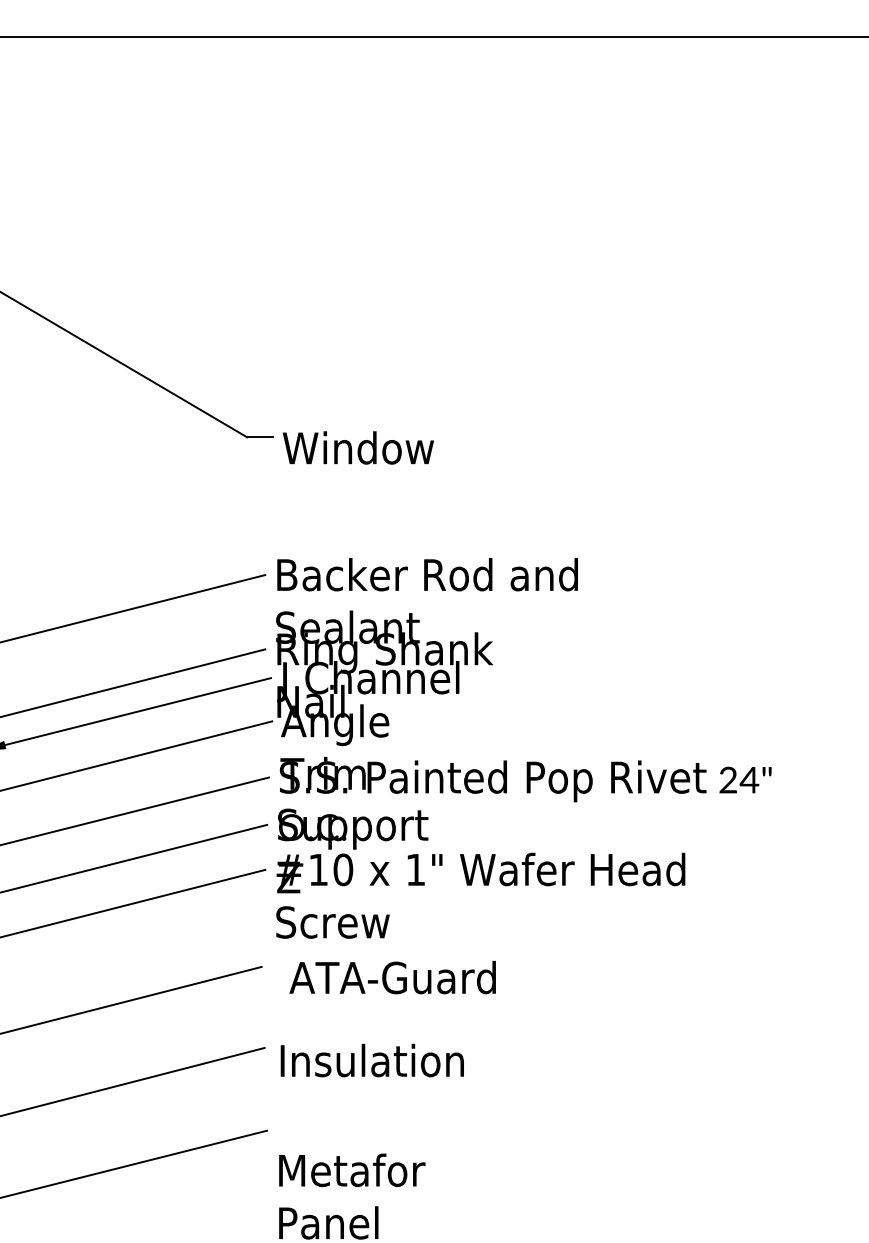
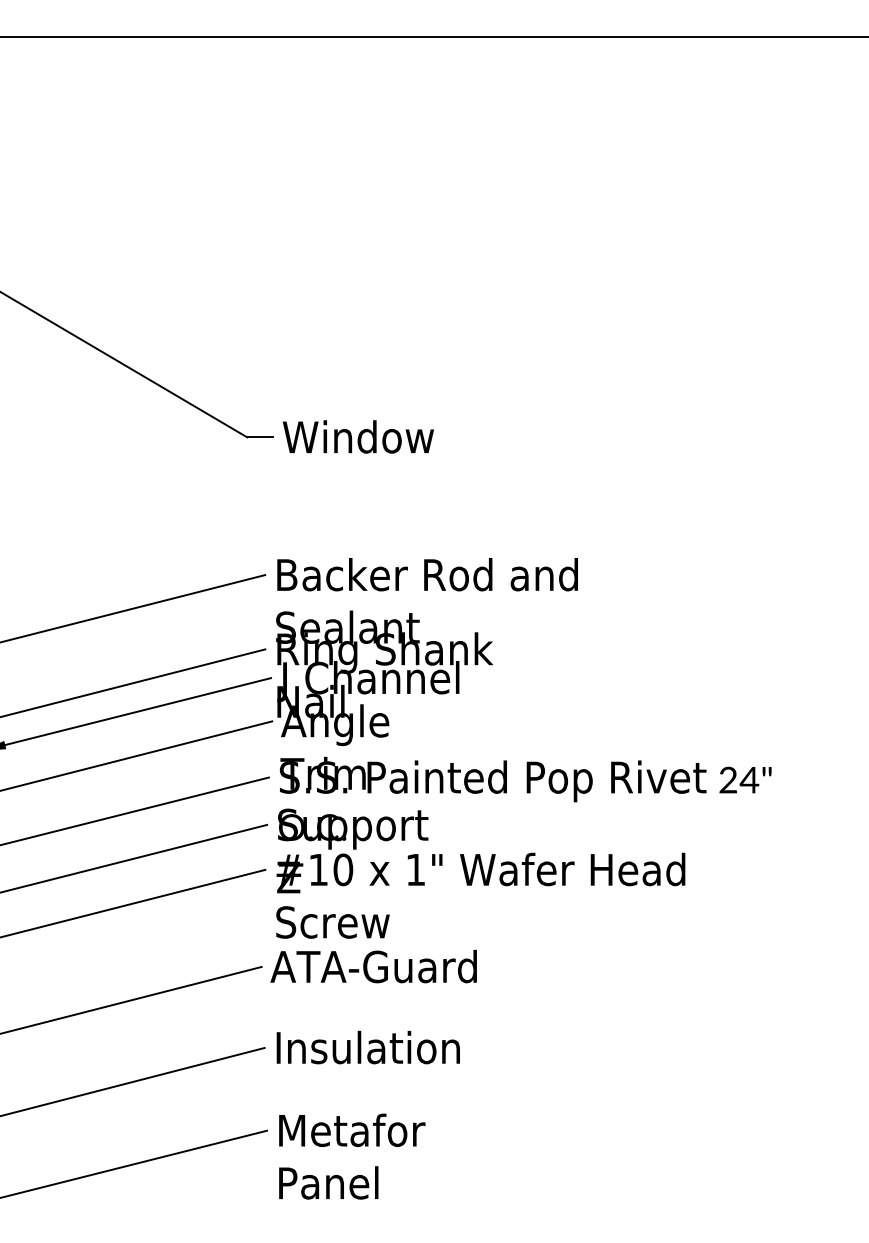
text at (358, 447) position: (358, 447) -> (358, 436)
text at (392, 977) position: (392, 977) -> (373, 966)
text at (371, 1060) position: (371, 1060) -> (367, 1047)
text at (352, 1196) position: (352, 1196) -> (352, 1156)
